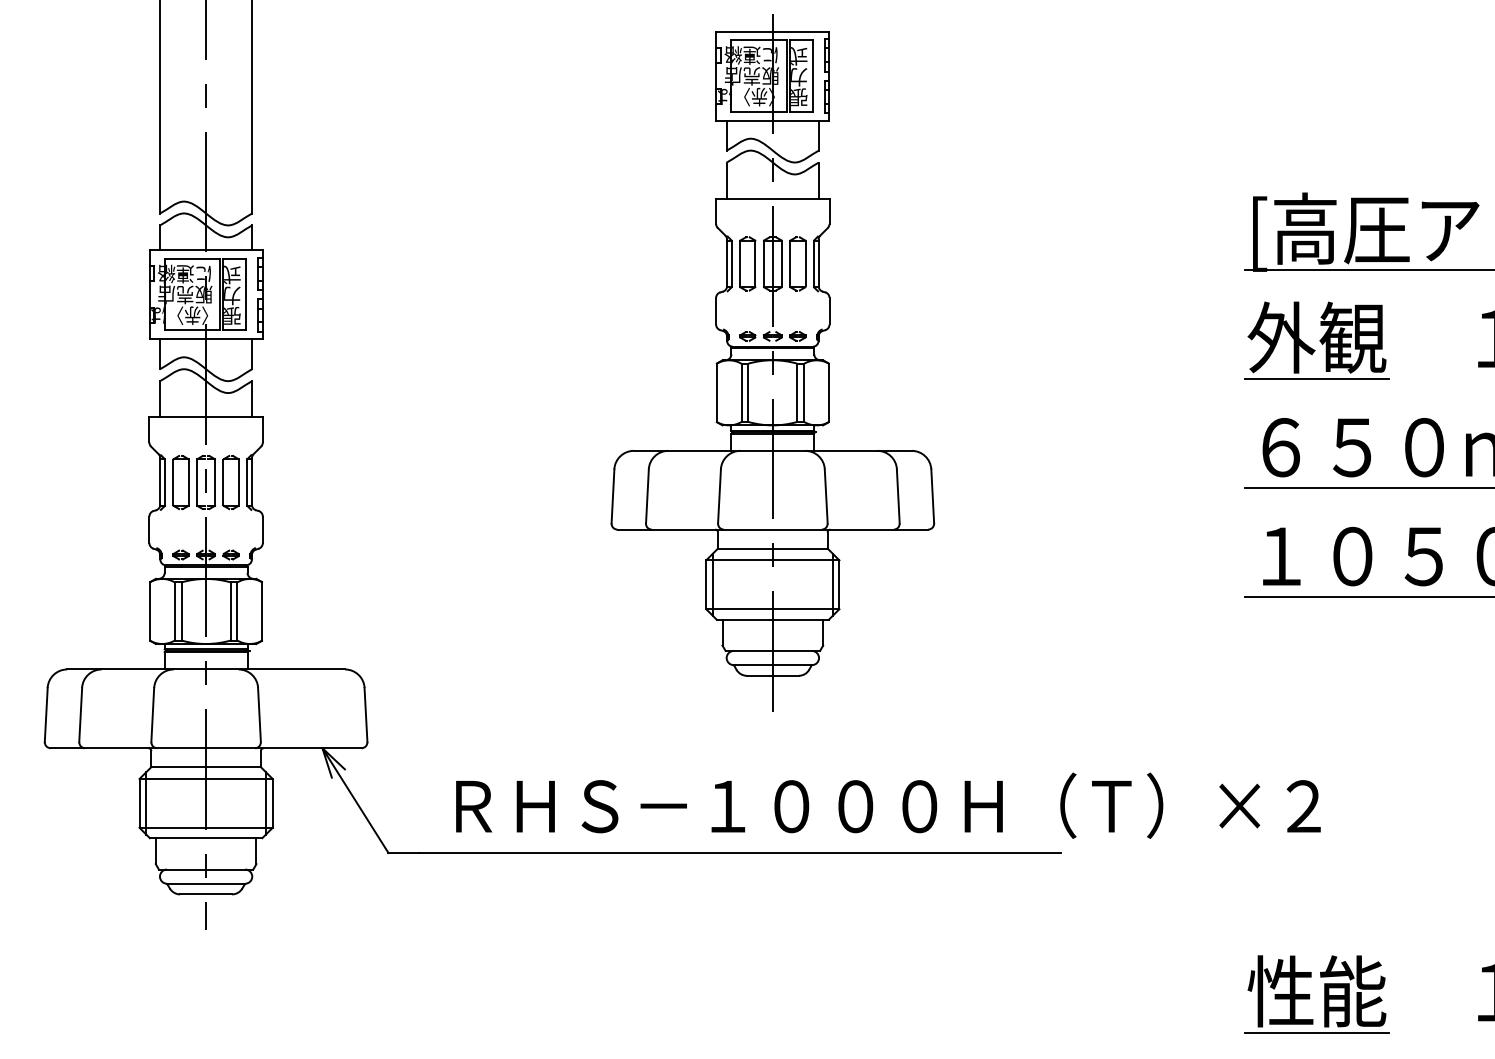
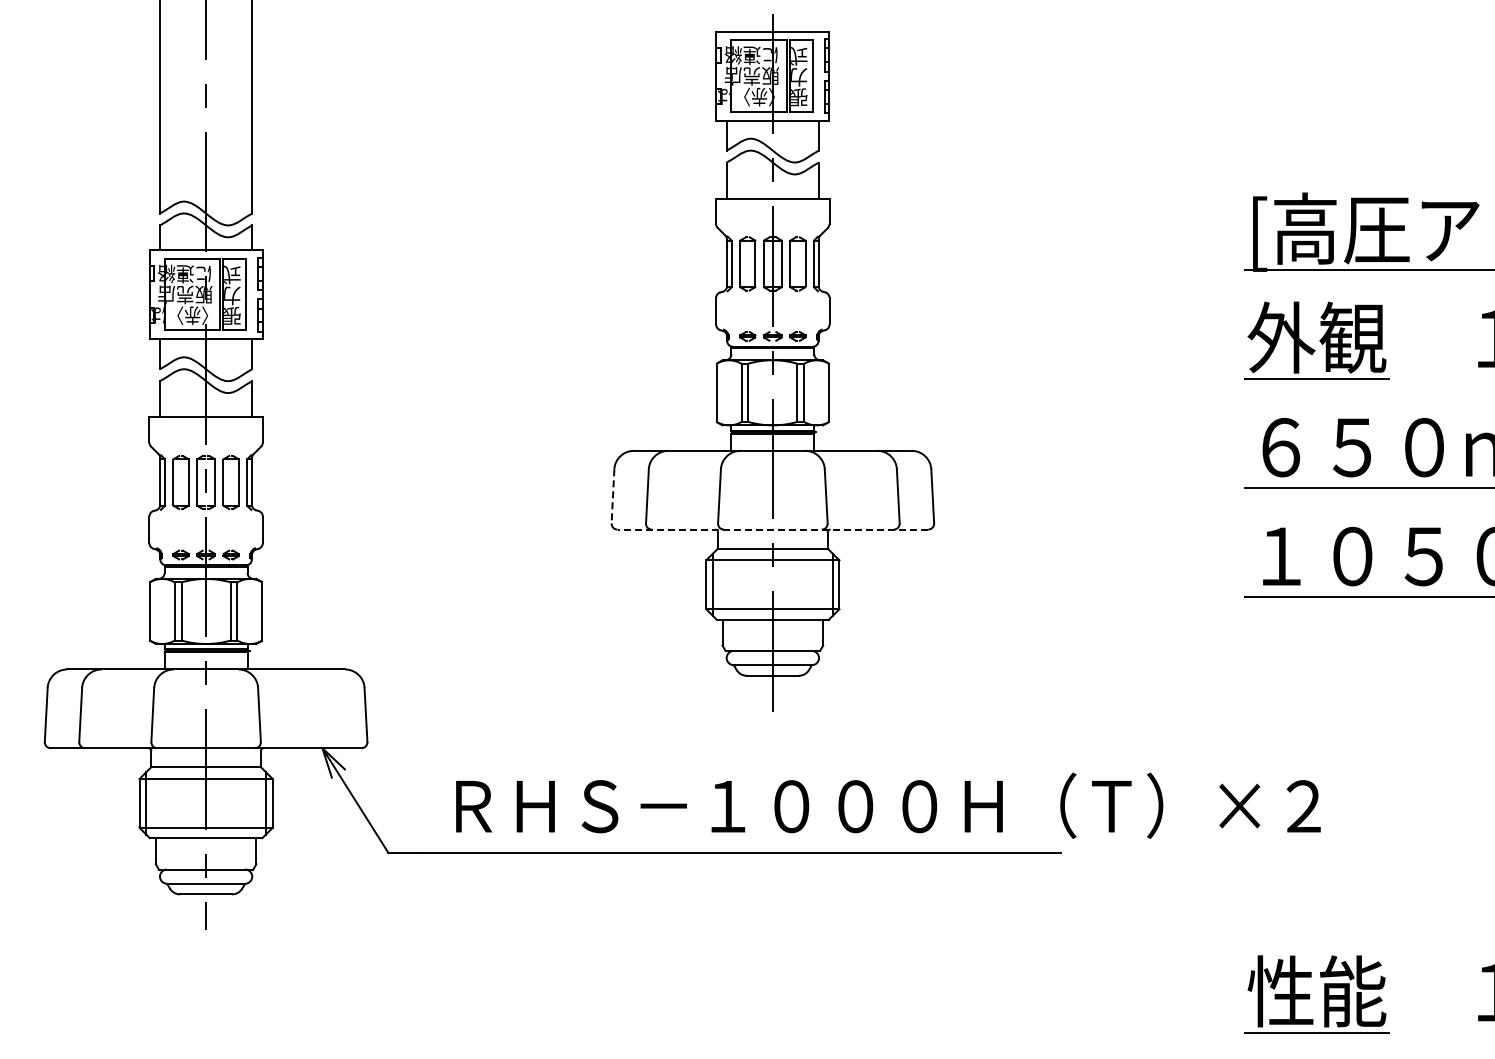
line at (612, 496): solid -> dashed
line at (772, 529): solid -> dashed
